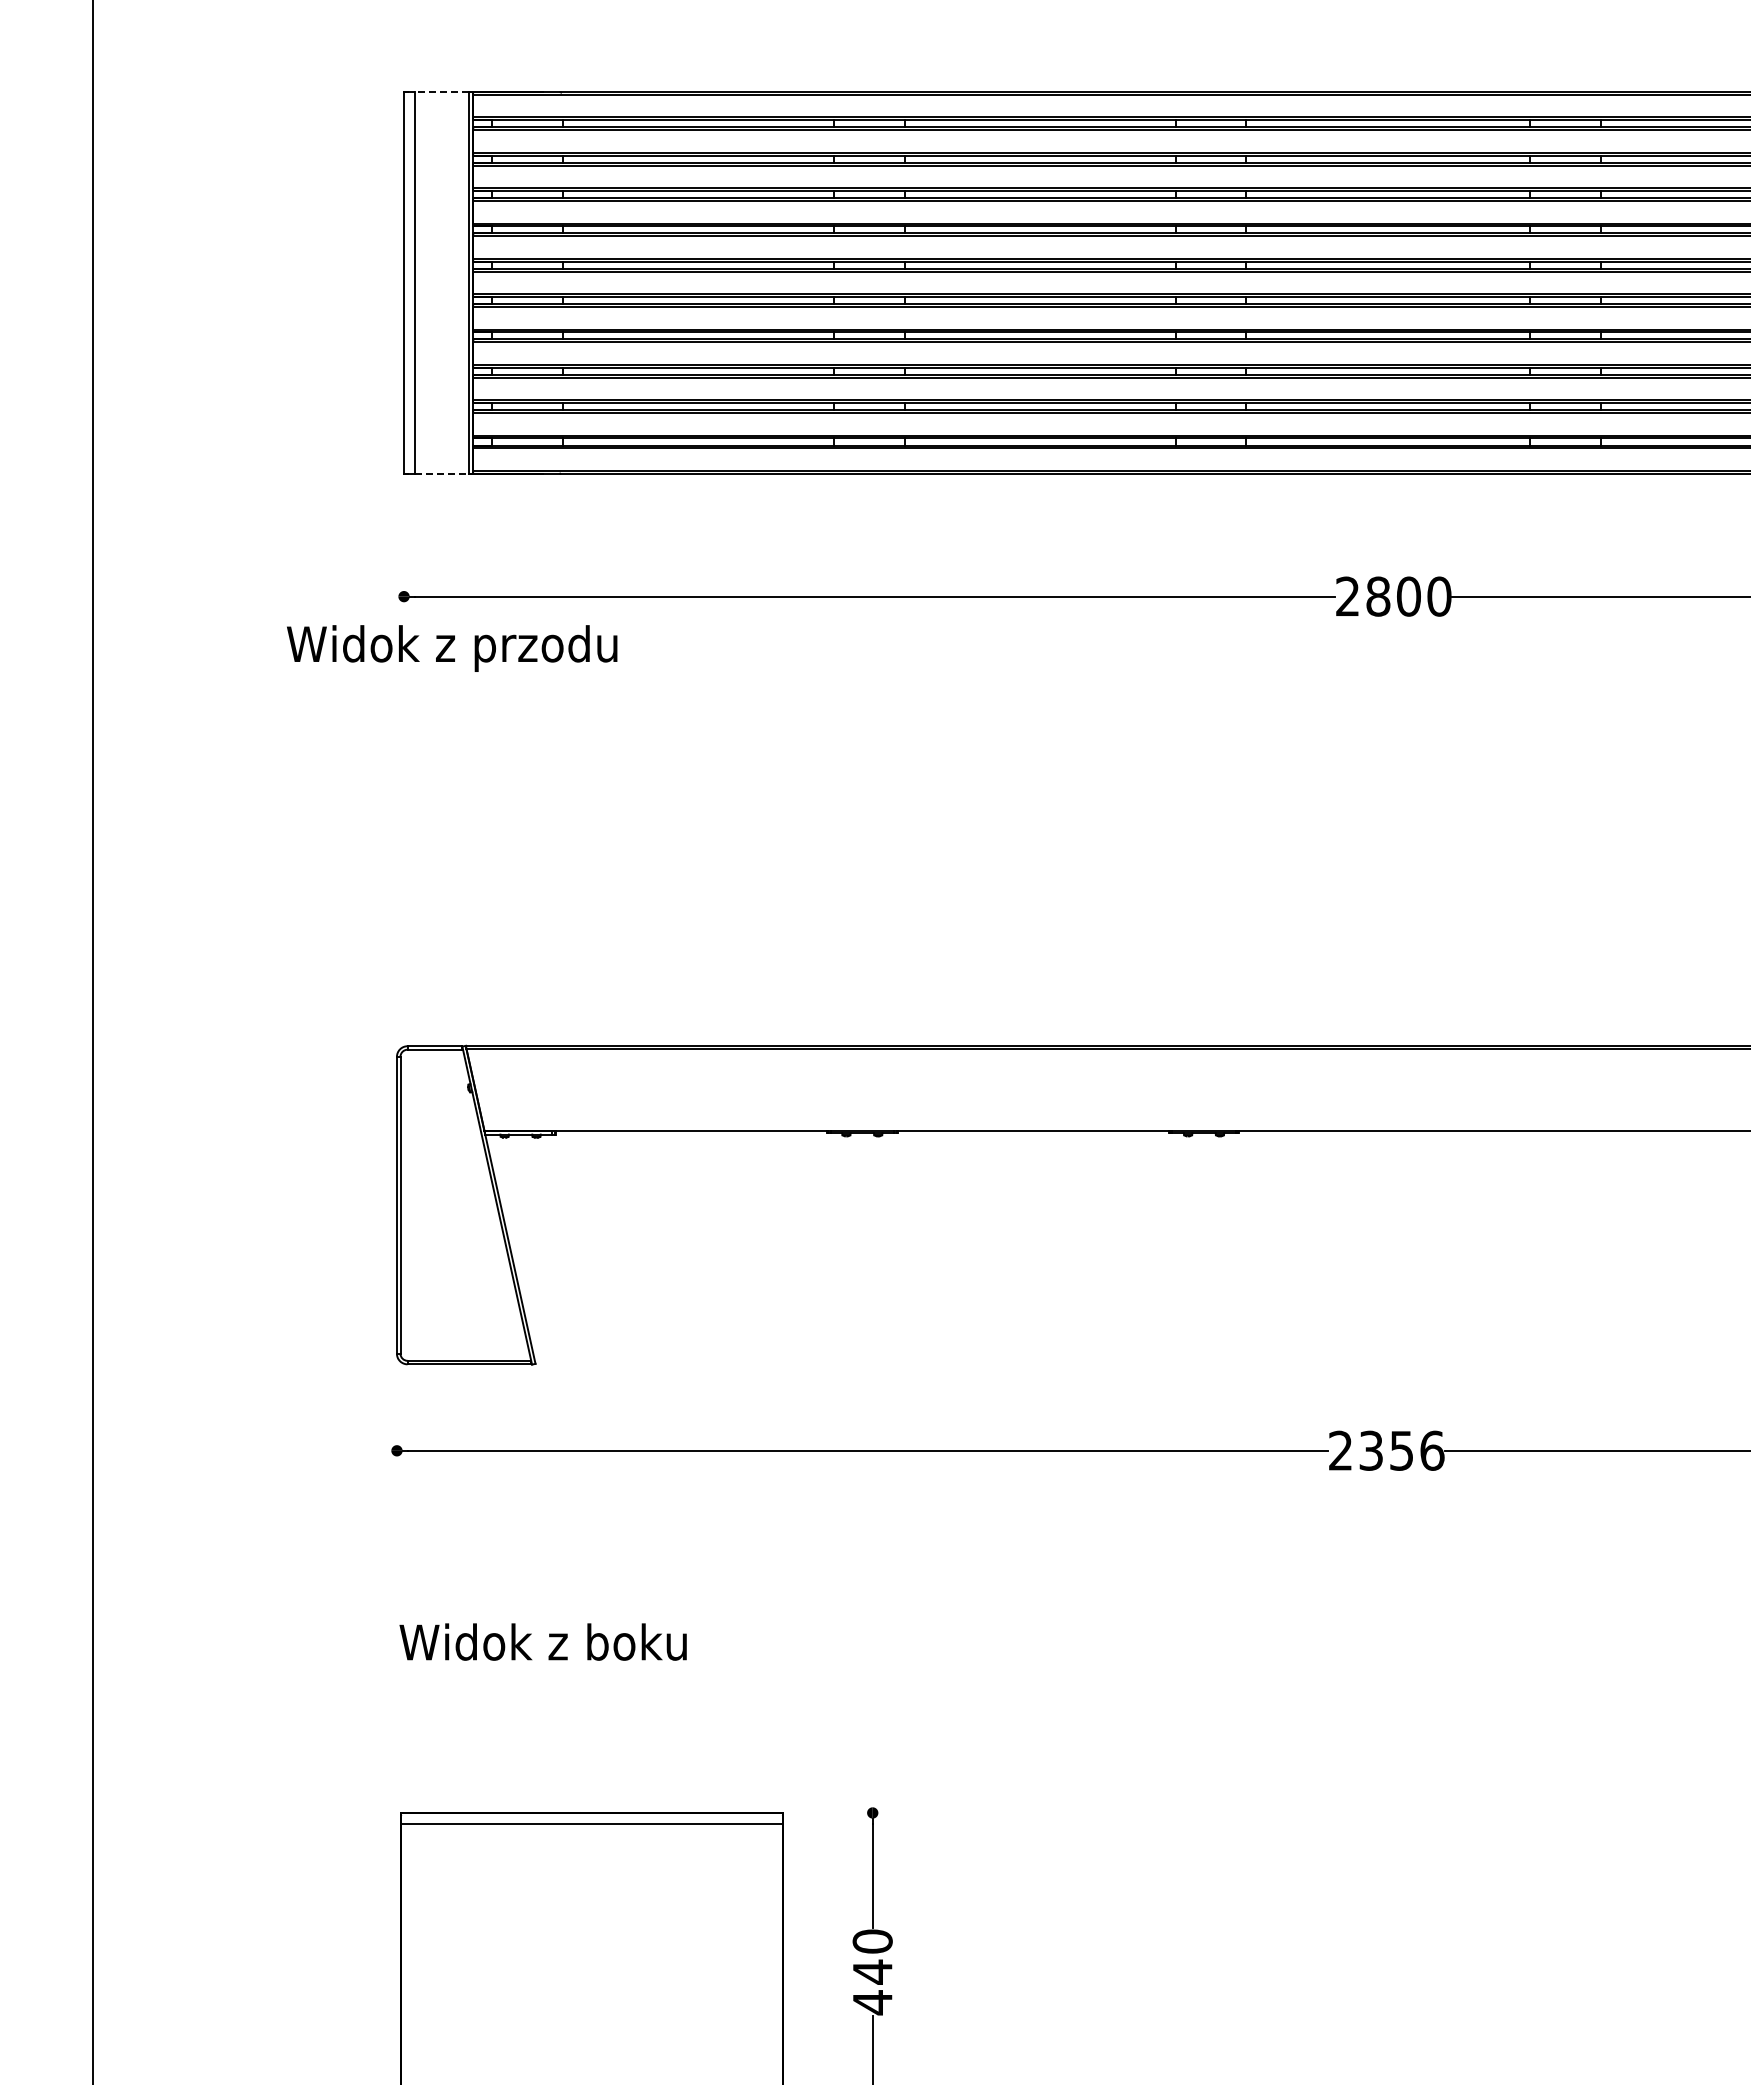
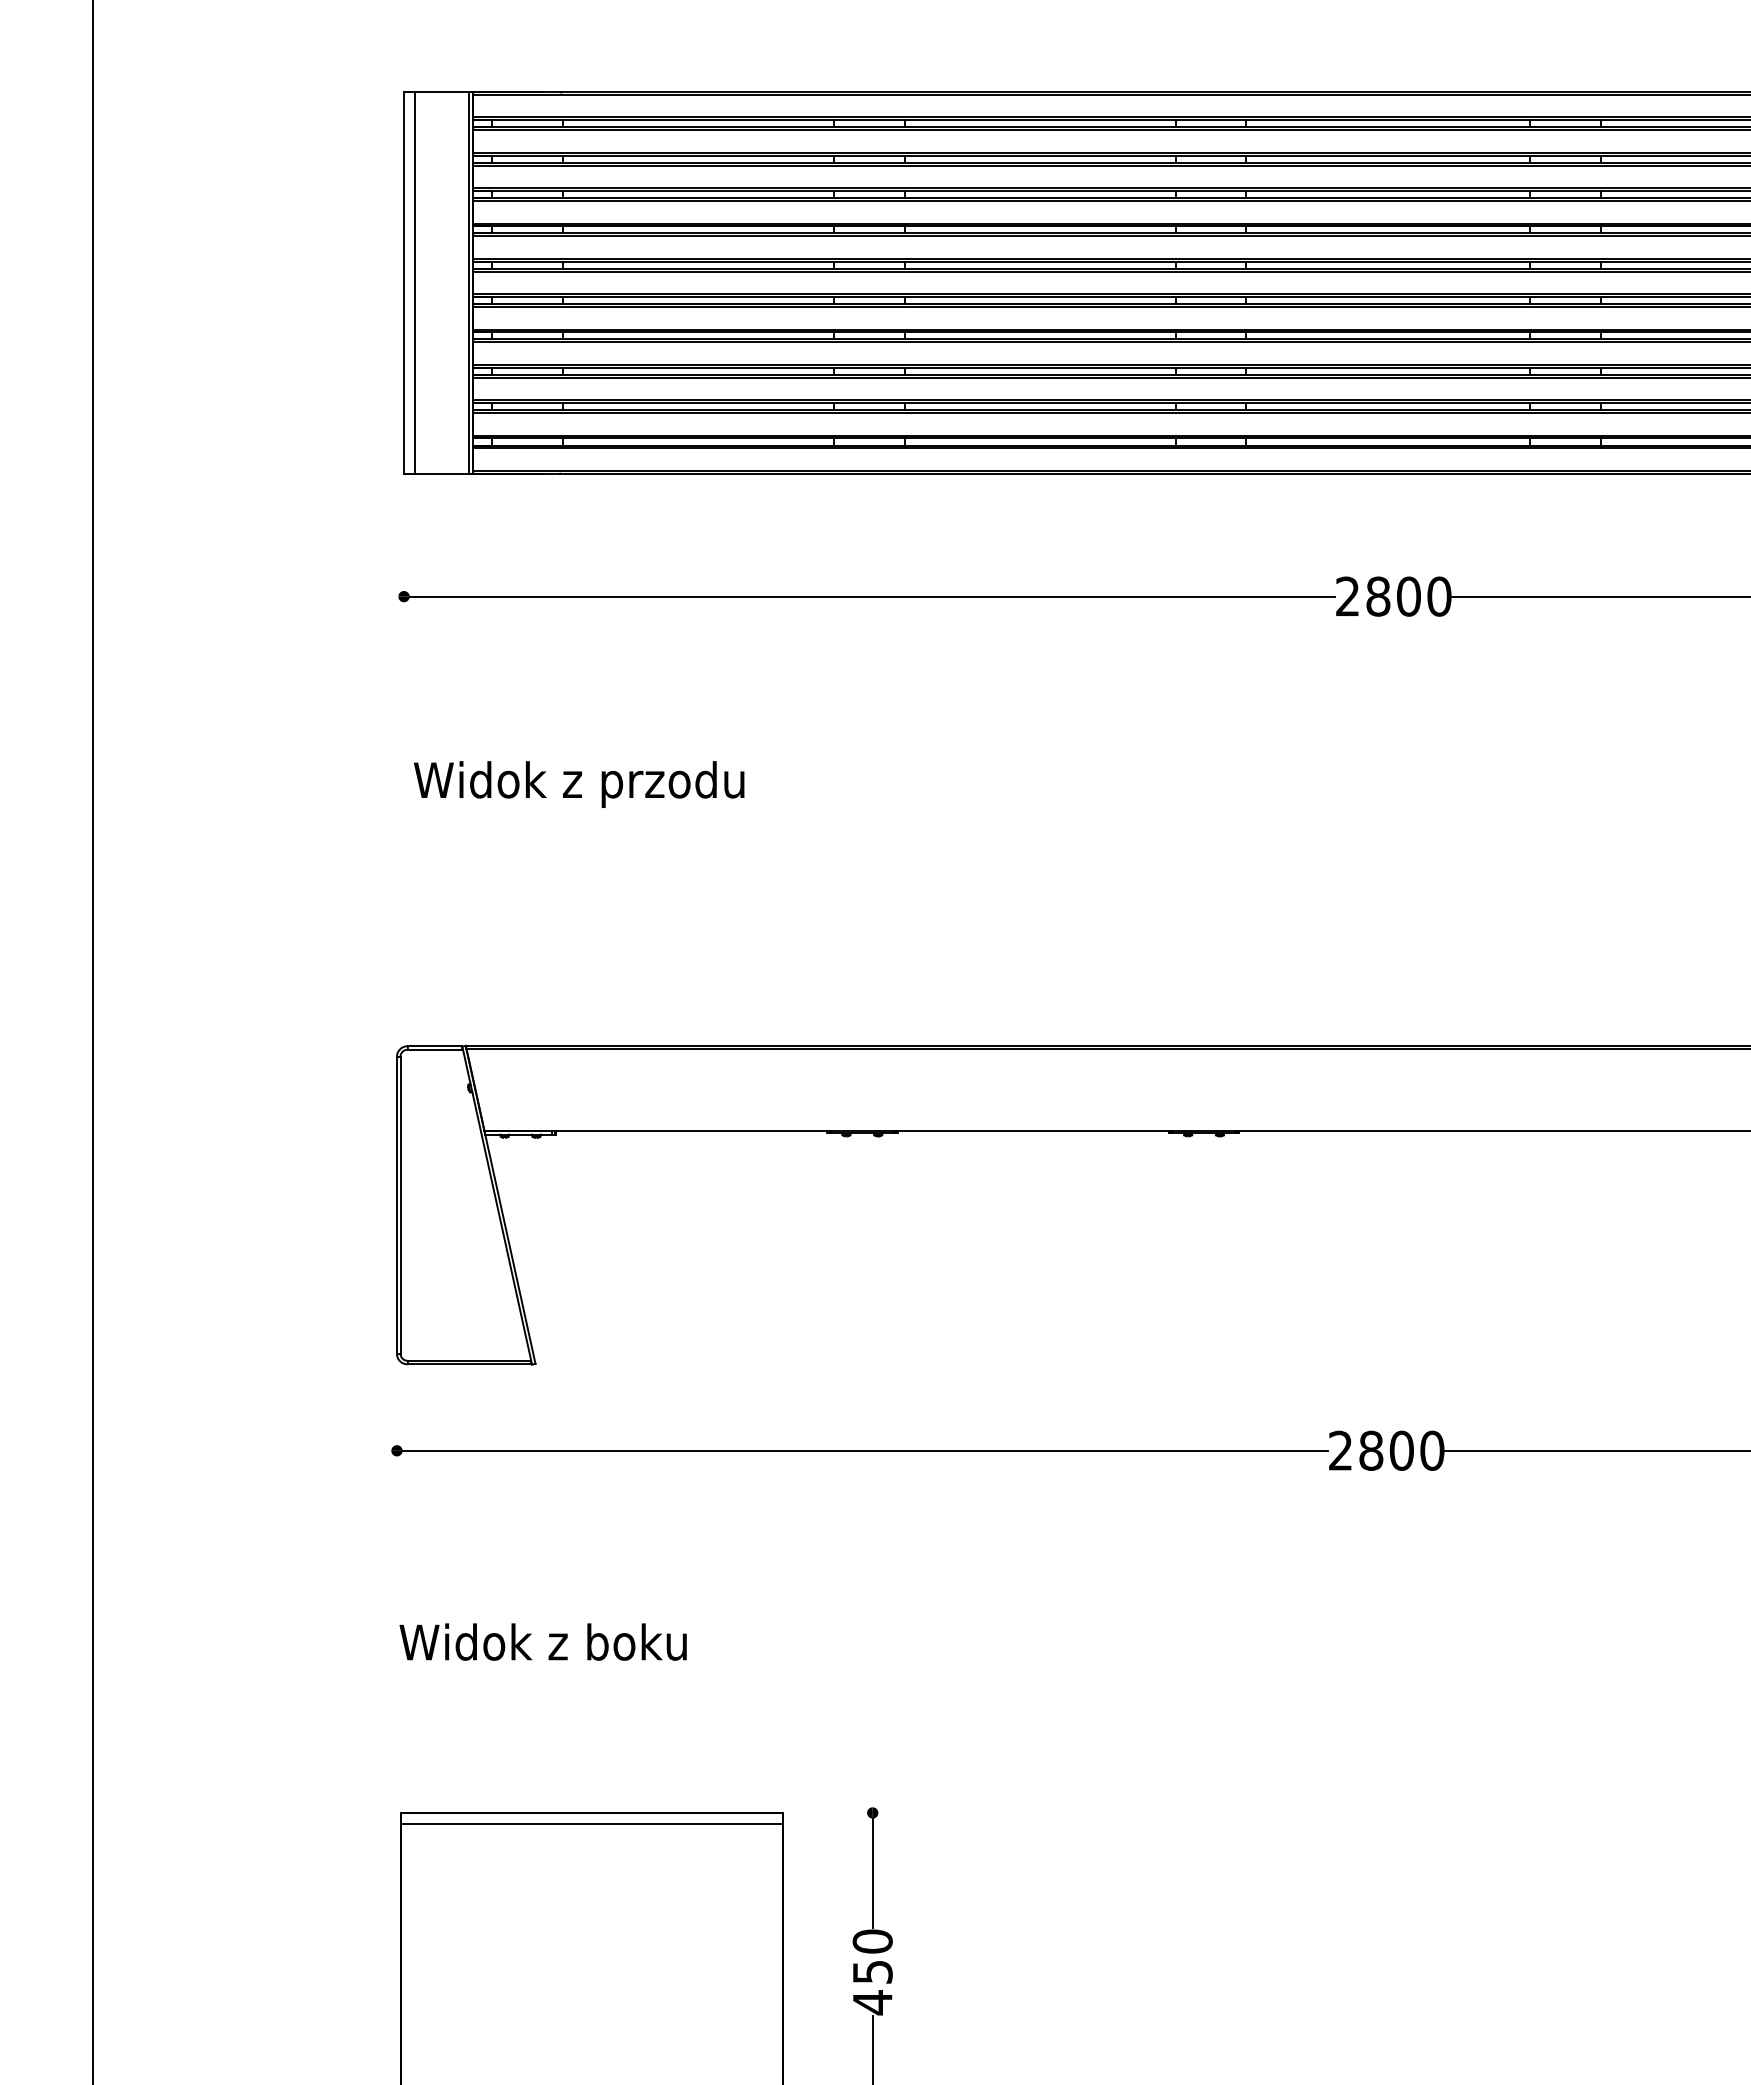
line at (441, 92): dashed -> solid
line at (442, 473): dashed -> solid
text at (452, 648) position: (452, 648) -> (579, 784)
text at (1401, 1450): 2356 -> 2800
text at (872, 1971): 440 -> 450
